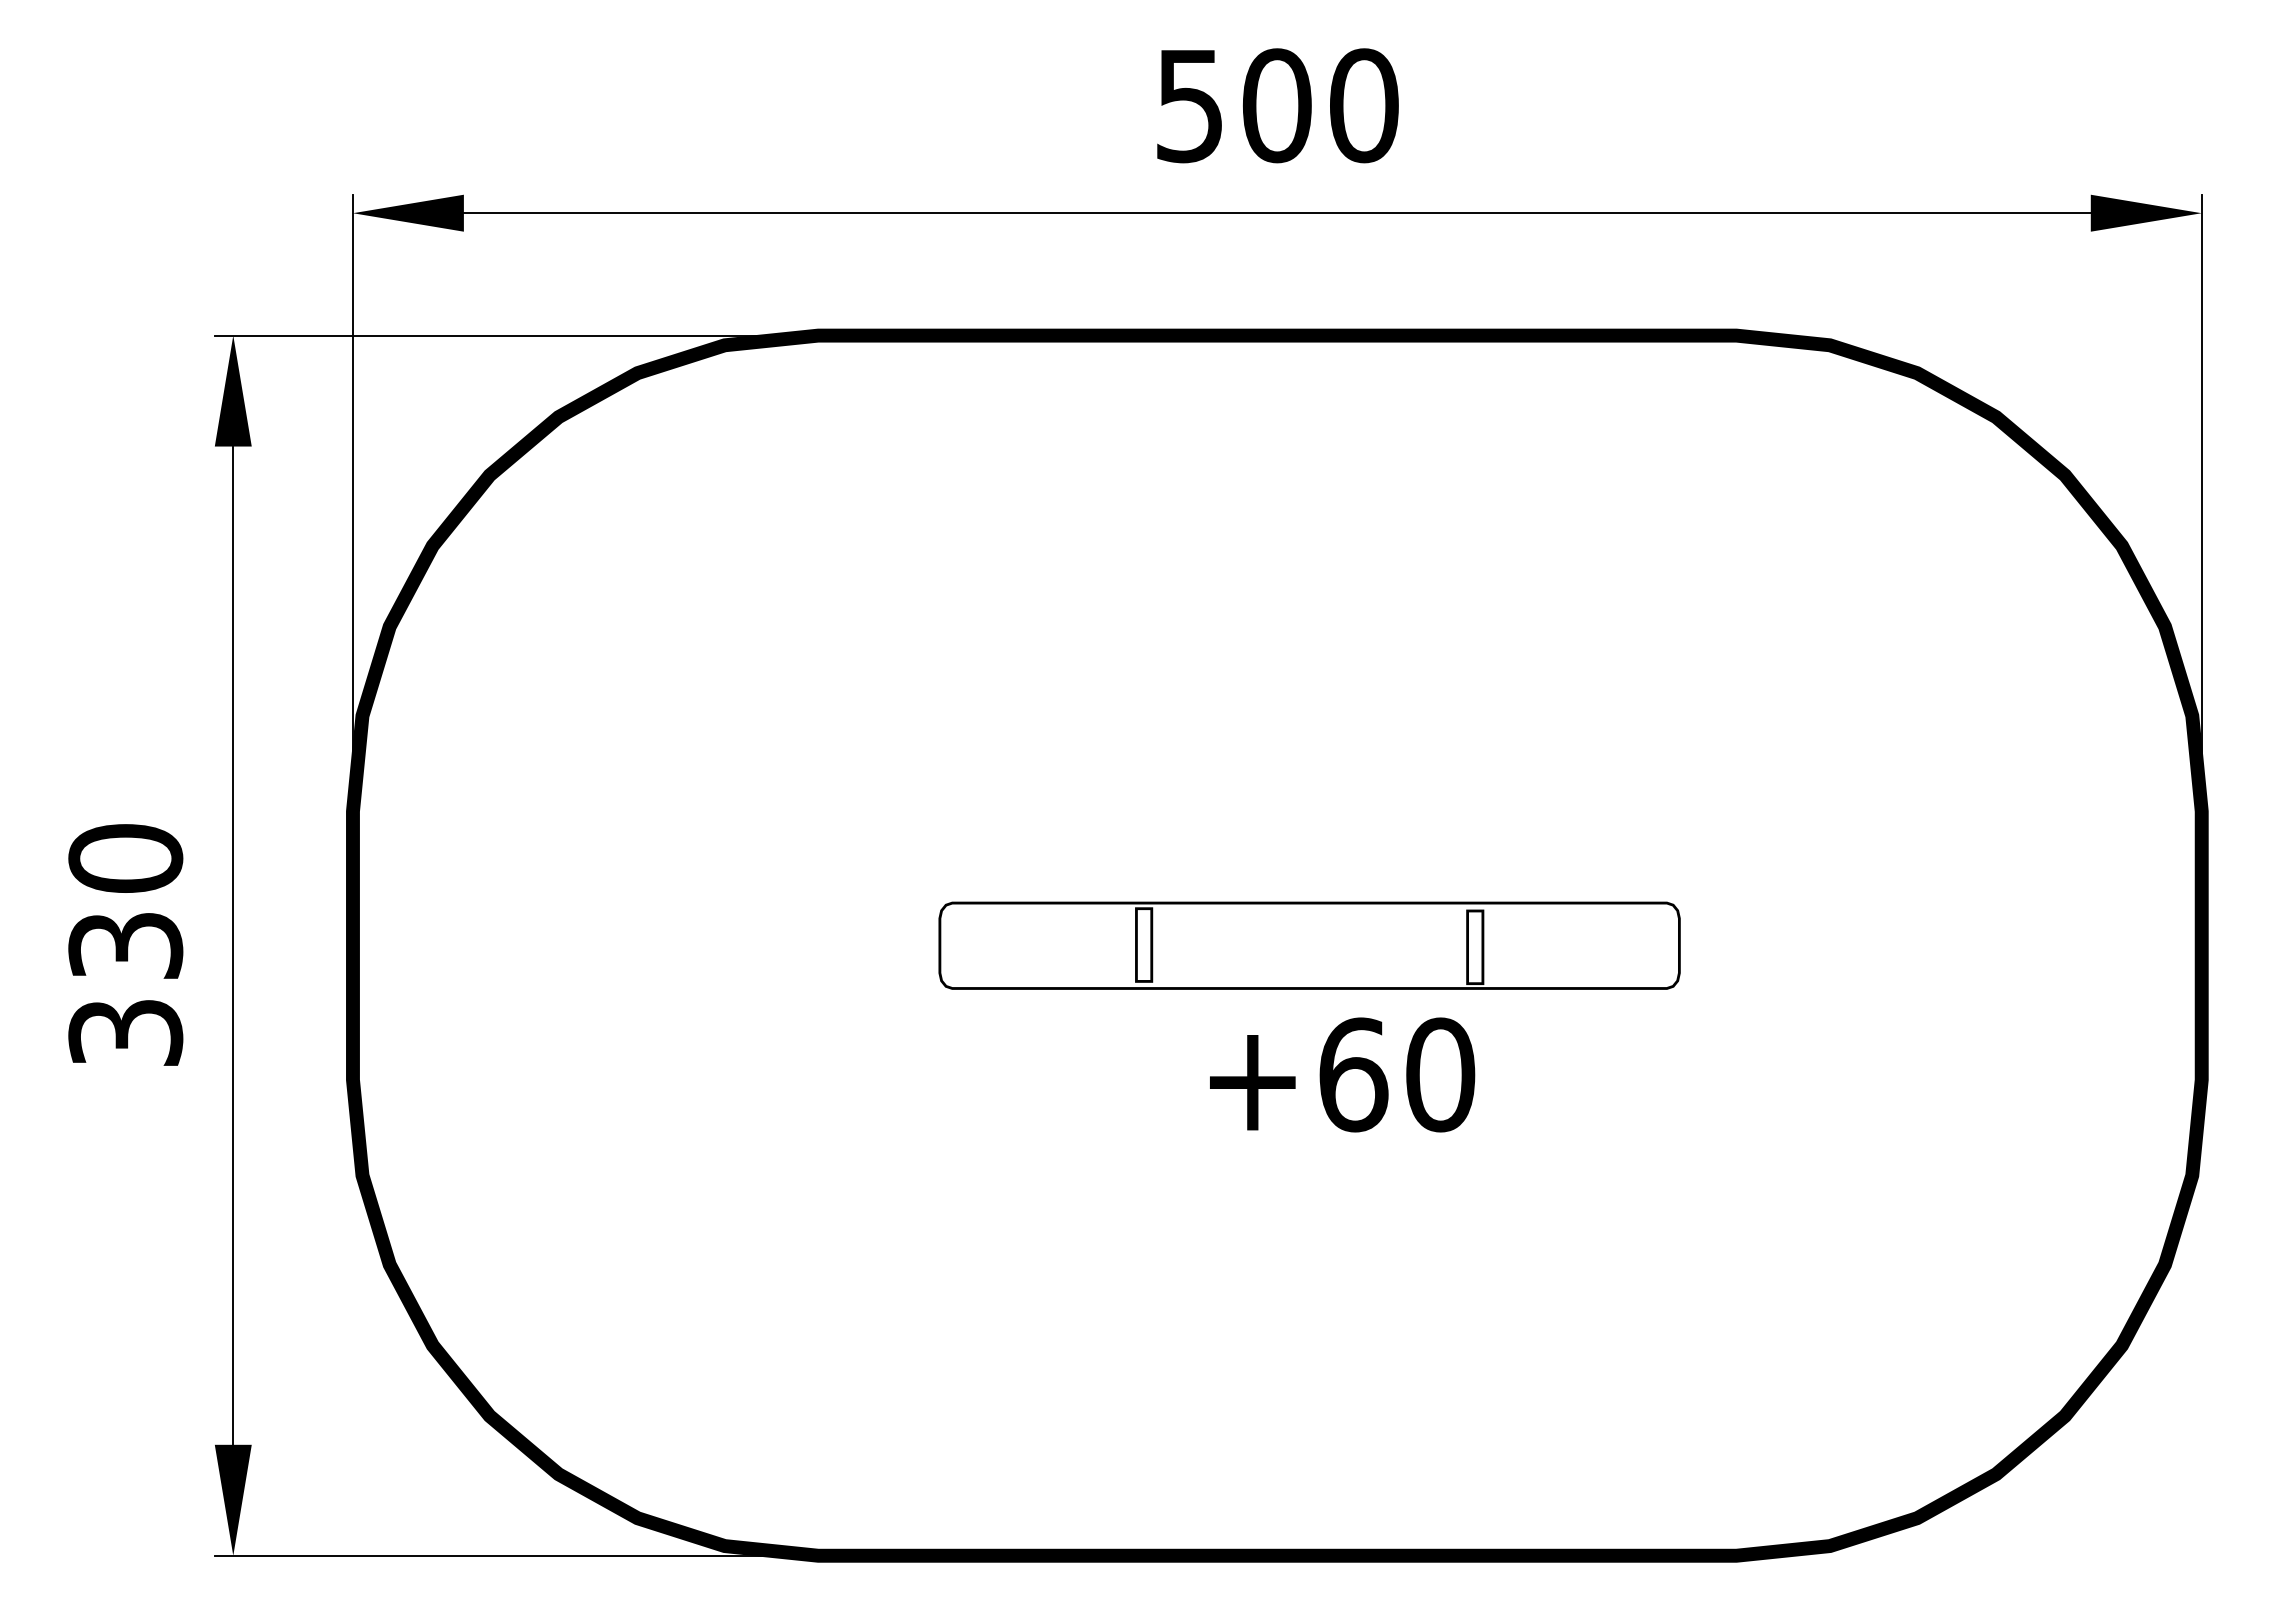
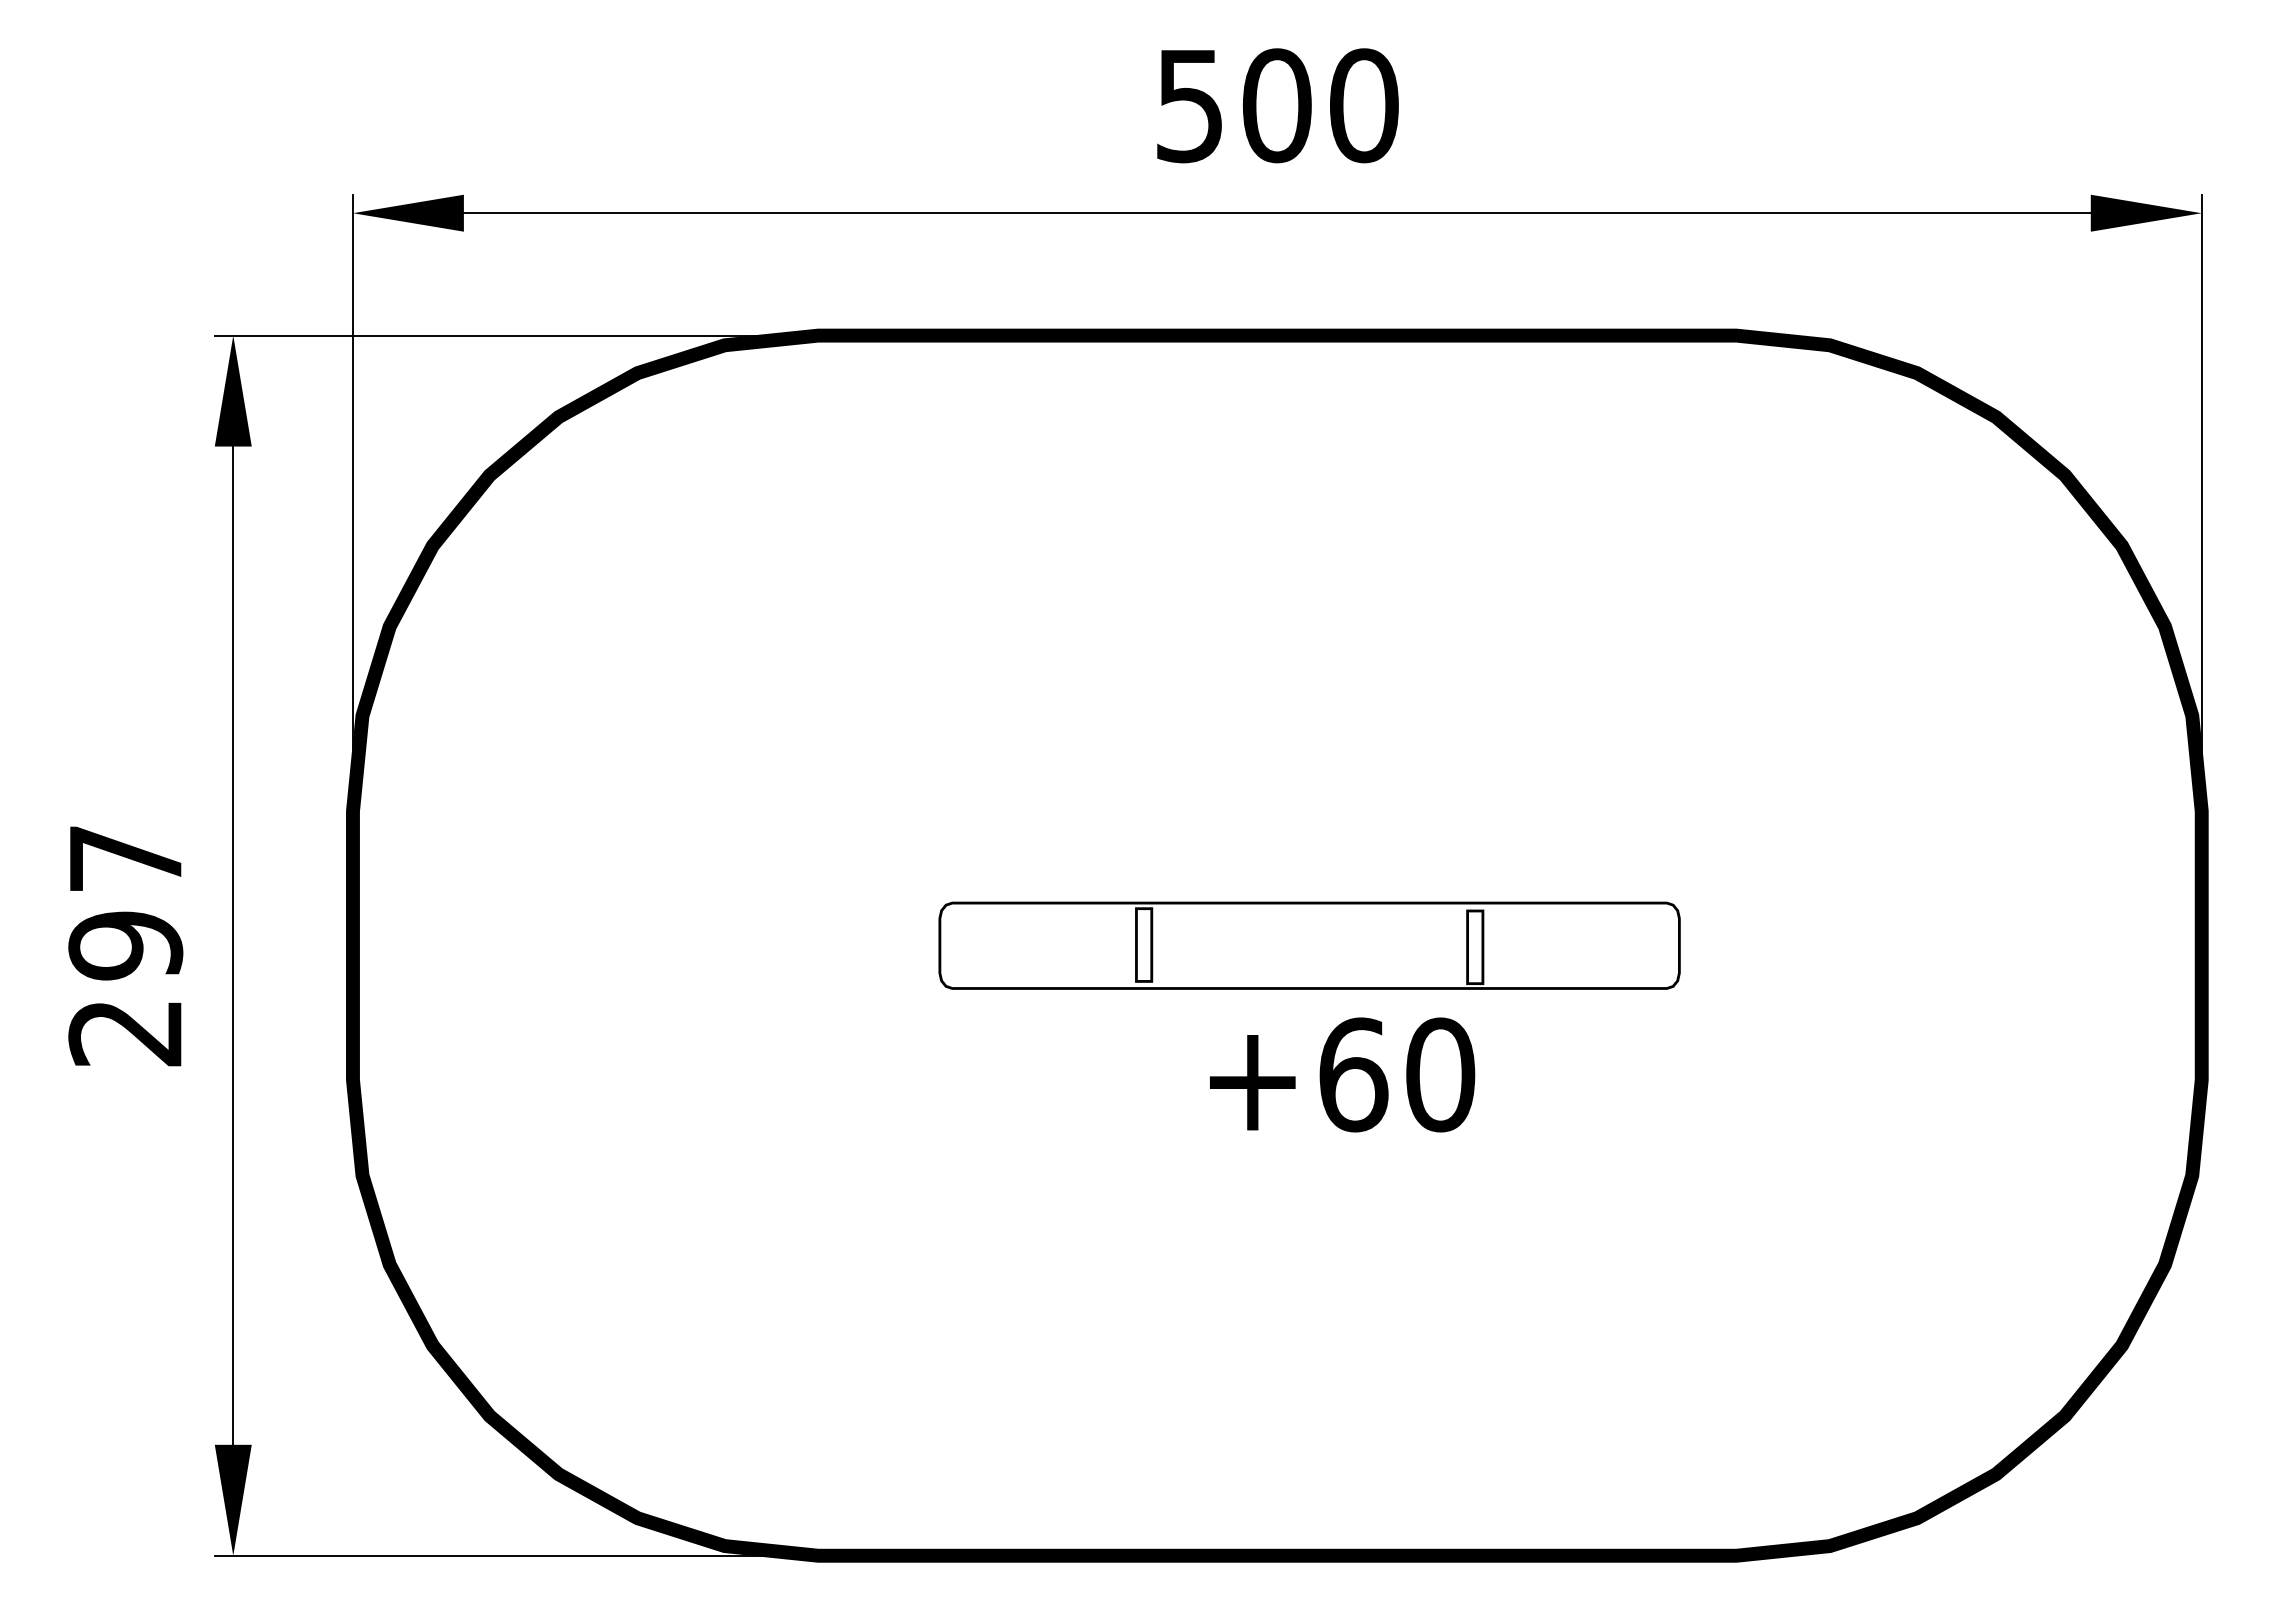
text at (125, 945): 330 -> 297
